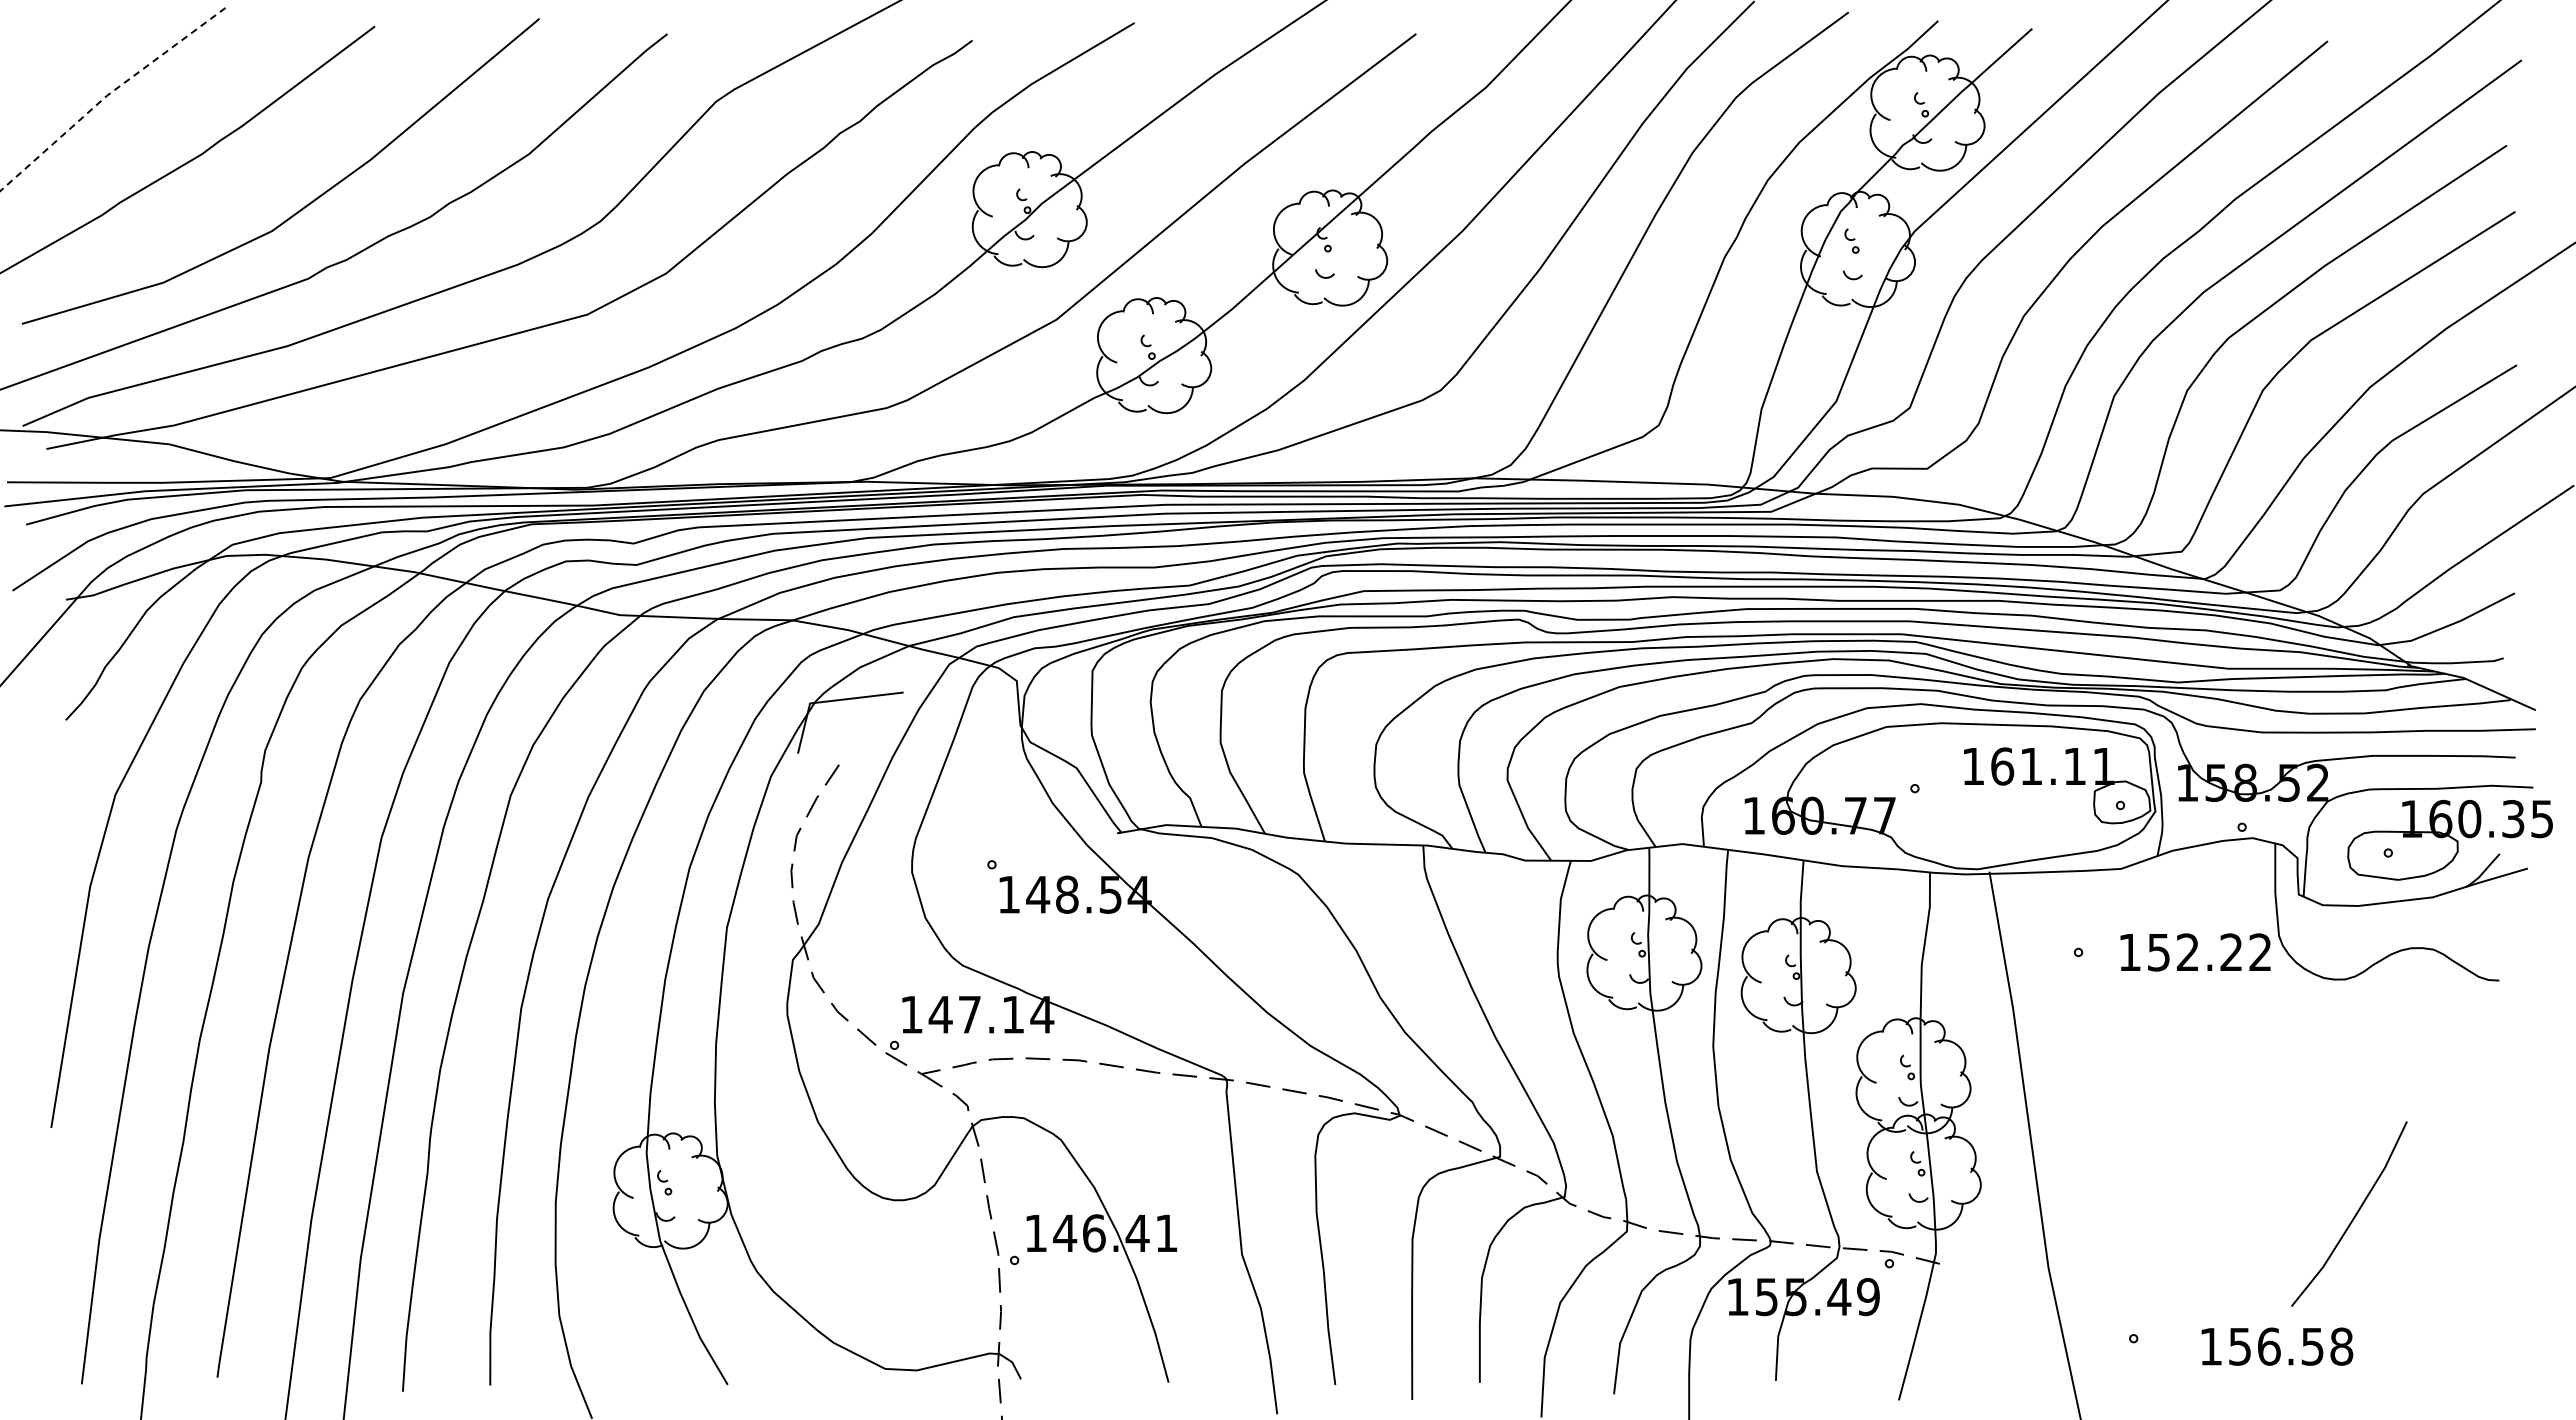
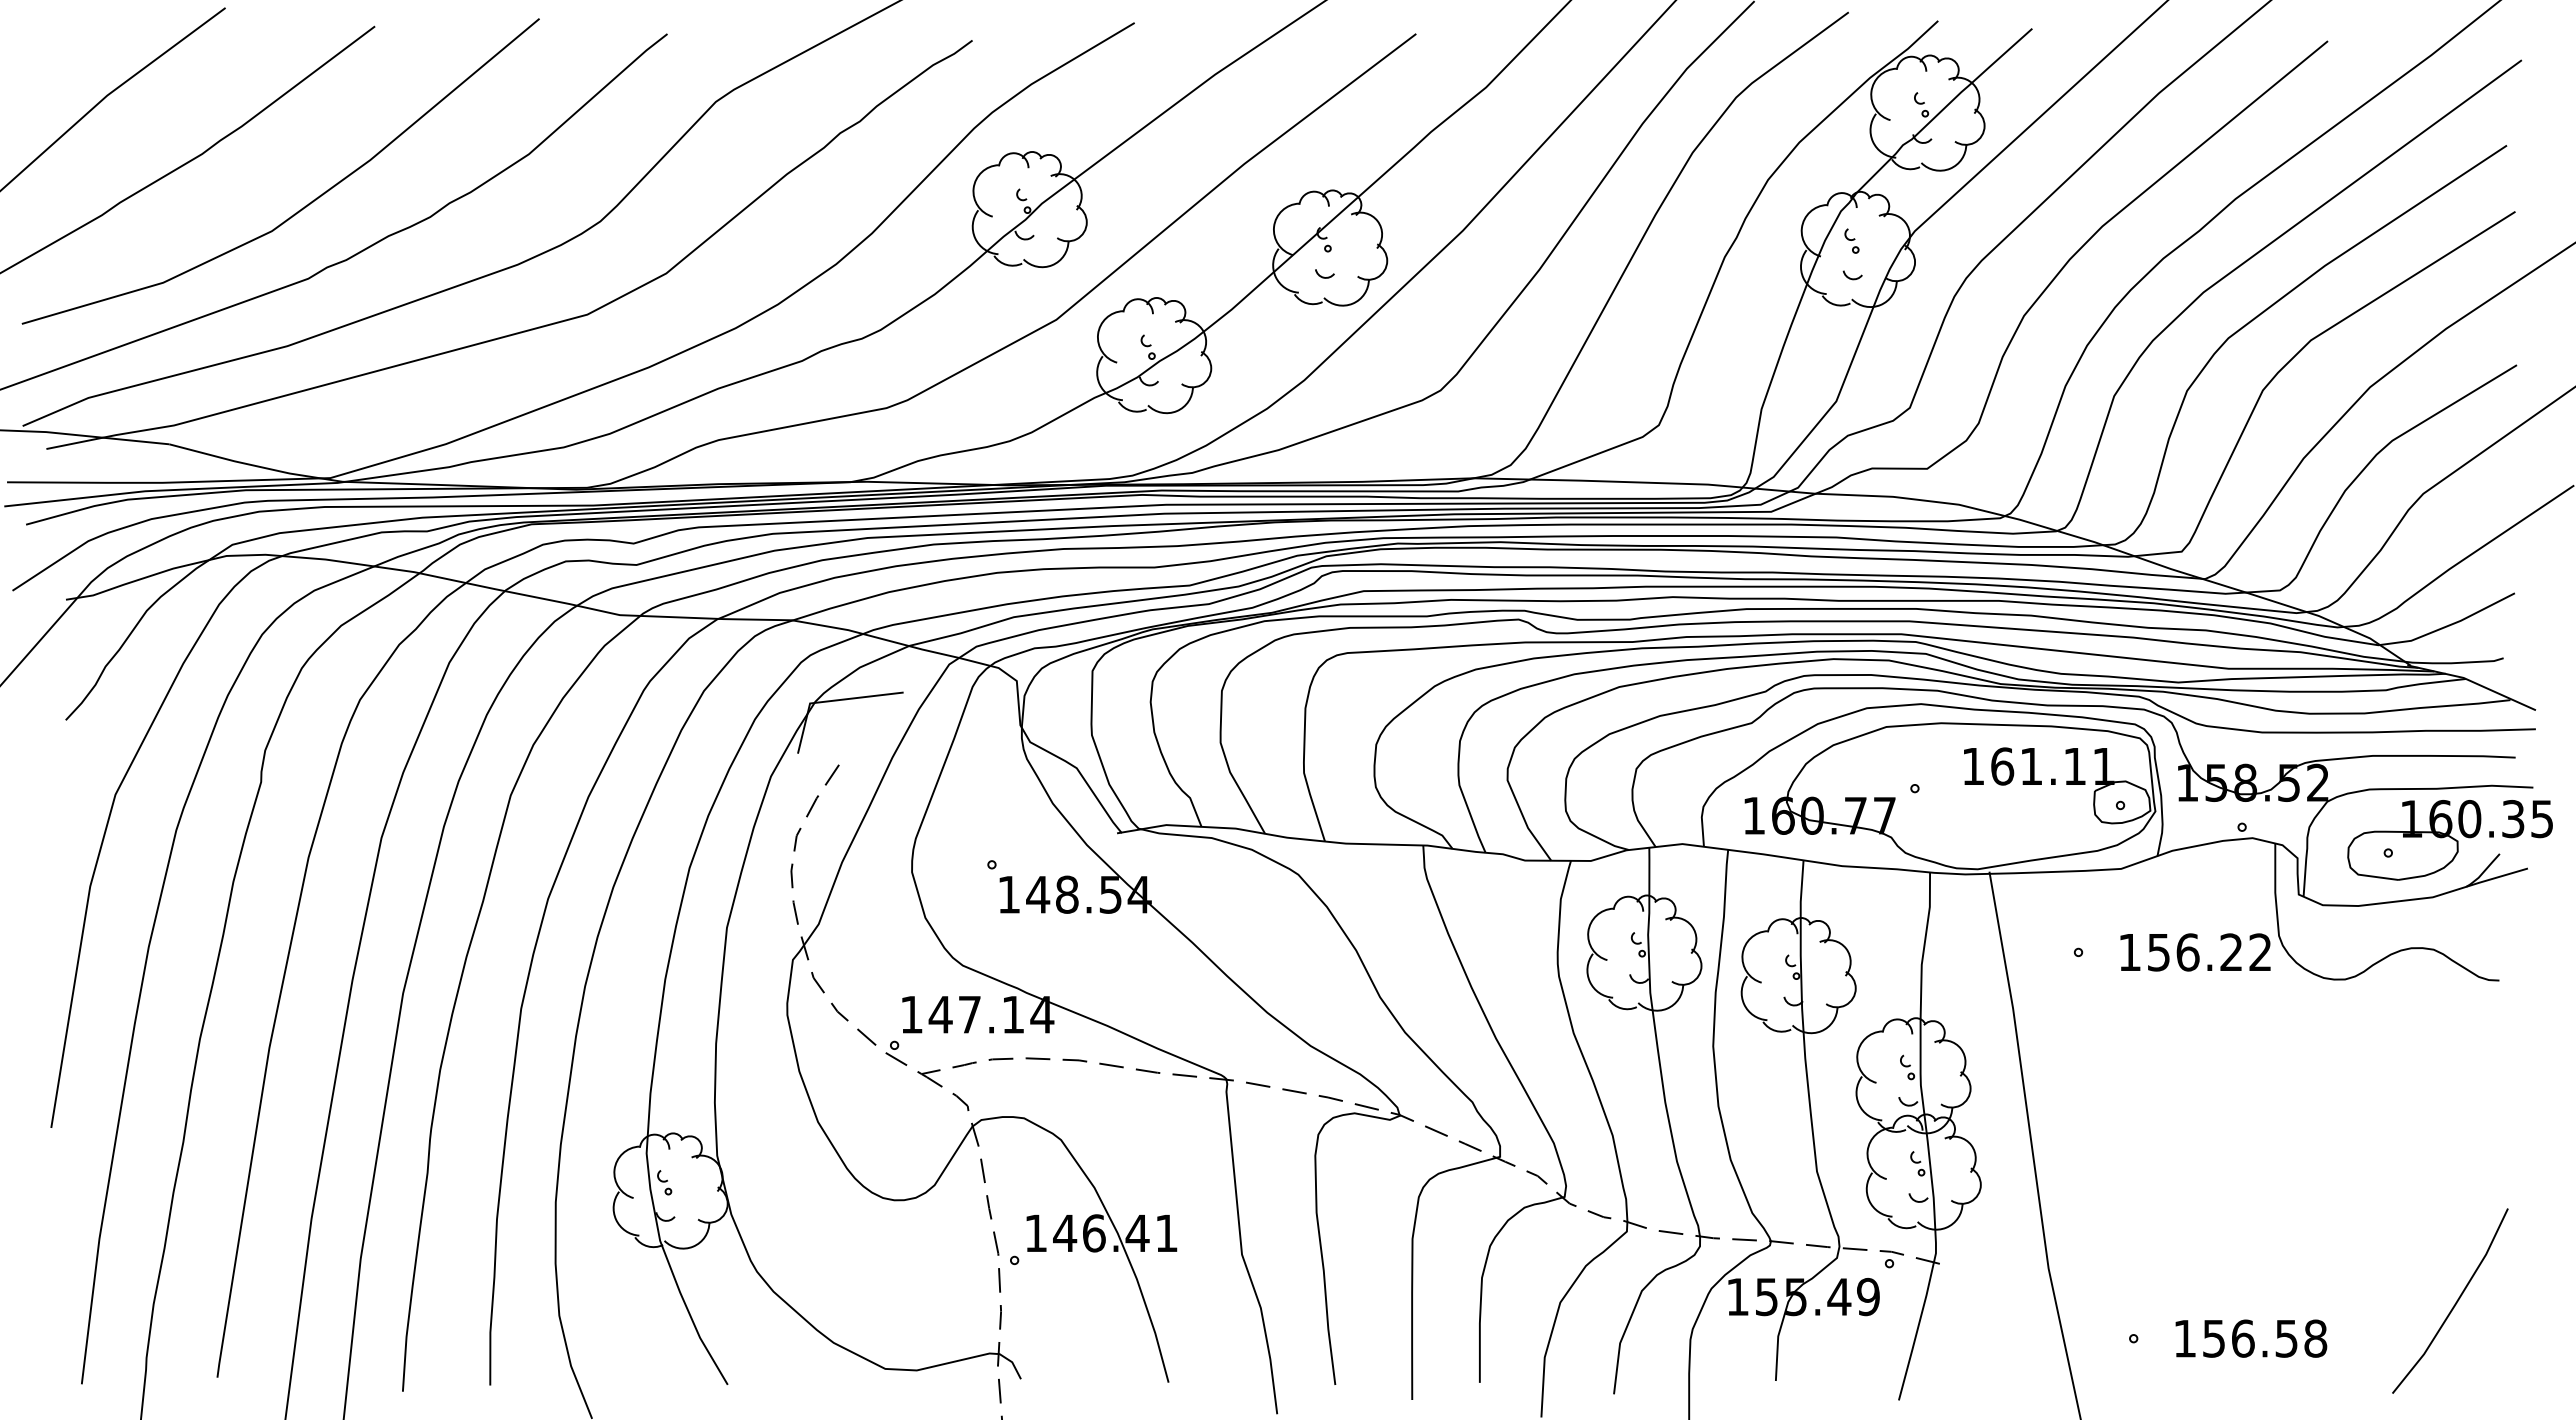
line at (108, 94): dashed -> solid
text at (2187, 952): 152.22 -> 156.22
line at (2354, 1215) position: (2354, 1215) -> (2455, 1302)
text at (2277, 1346) position: (2277, 1346) -> (2251, 1338)
